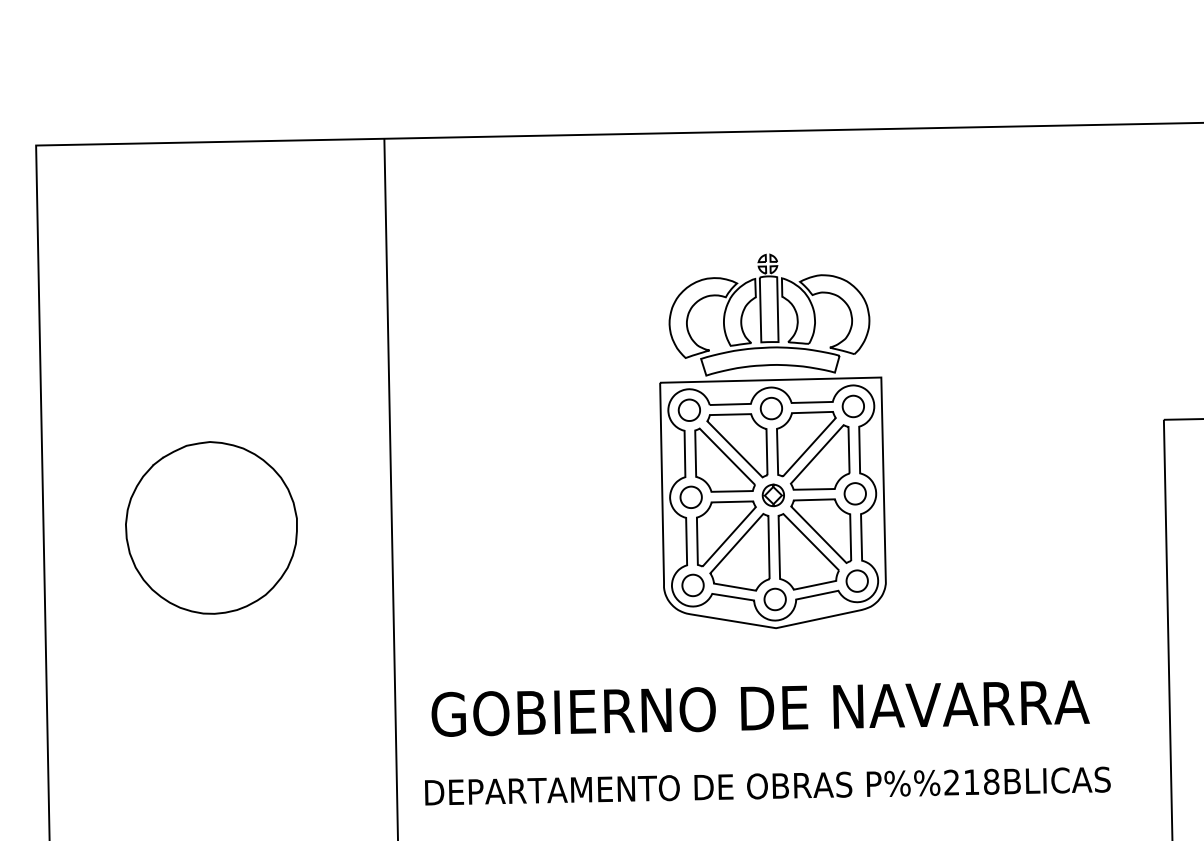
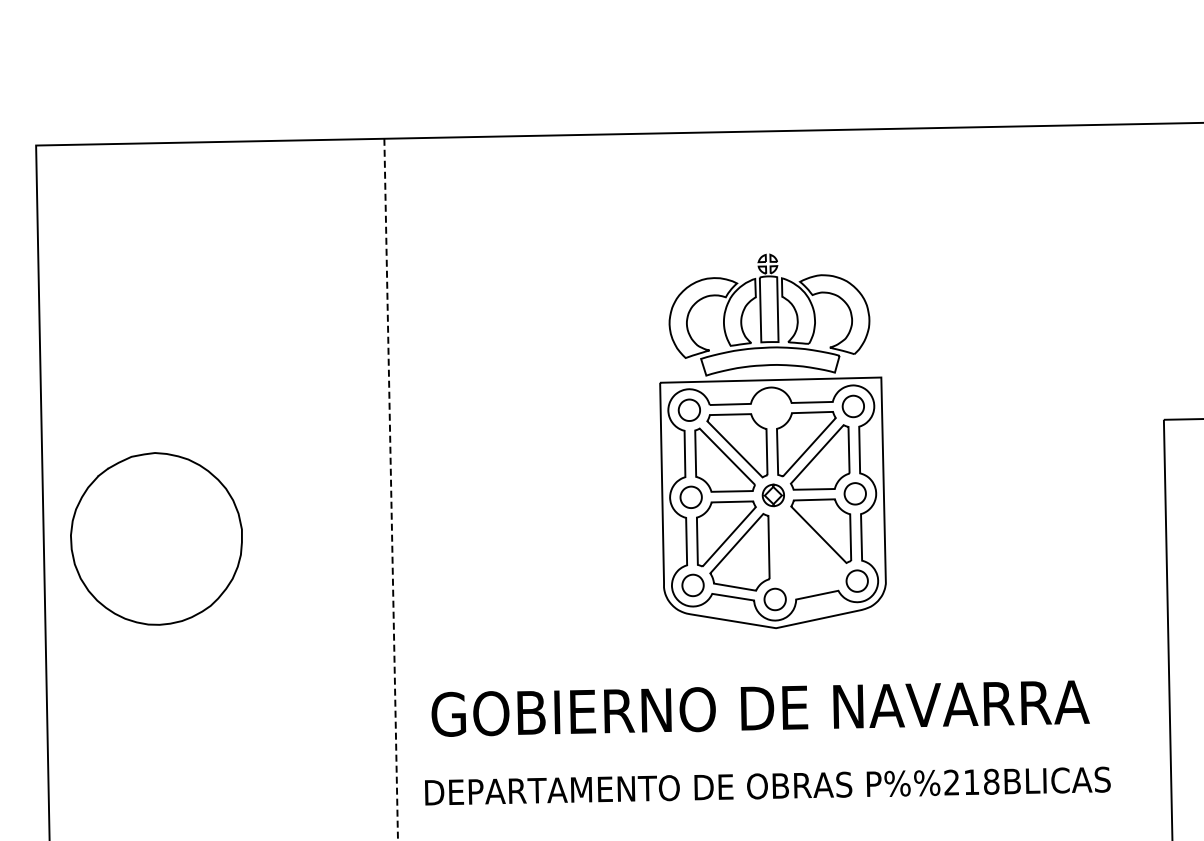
part at (770, 408): present -> none
line at (391, 489): solid -> dashed
part at (211, 527) position: (211, 527) -> (156, 538)
part at (808, 551): present -> none
